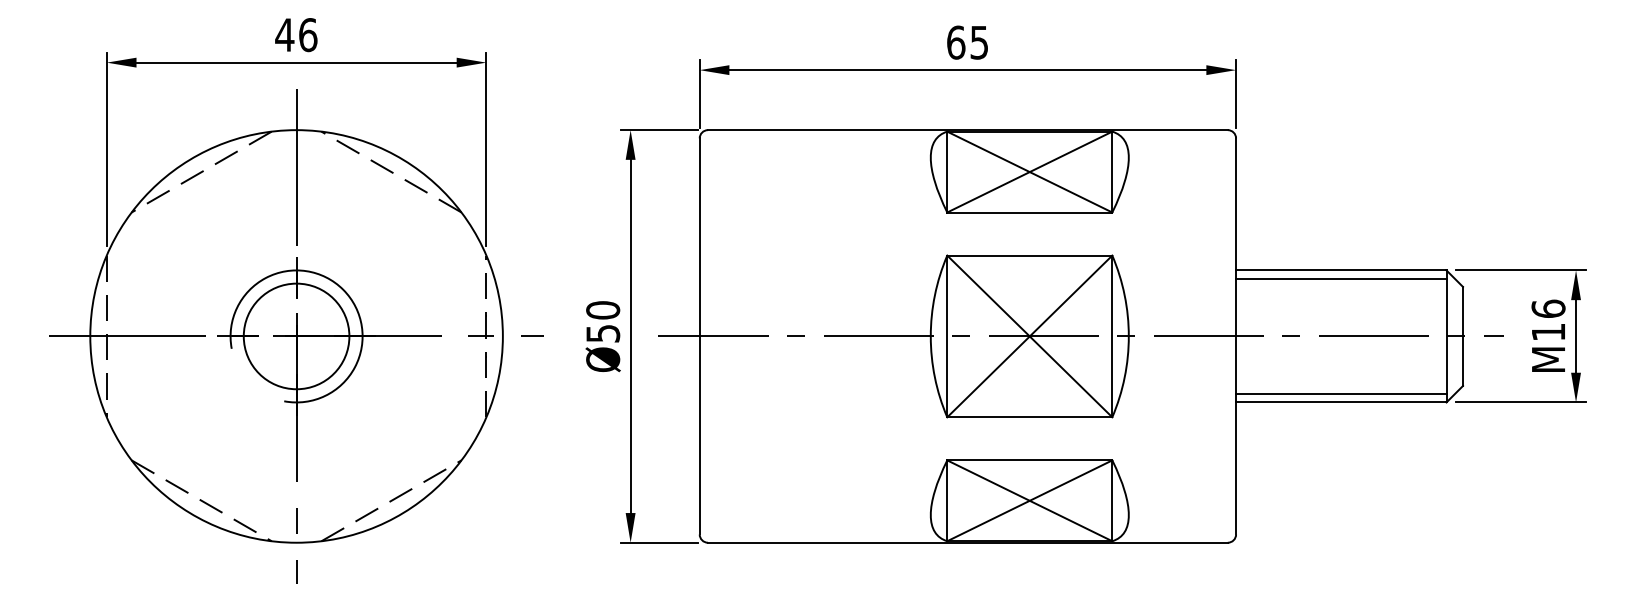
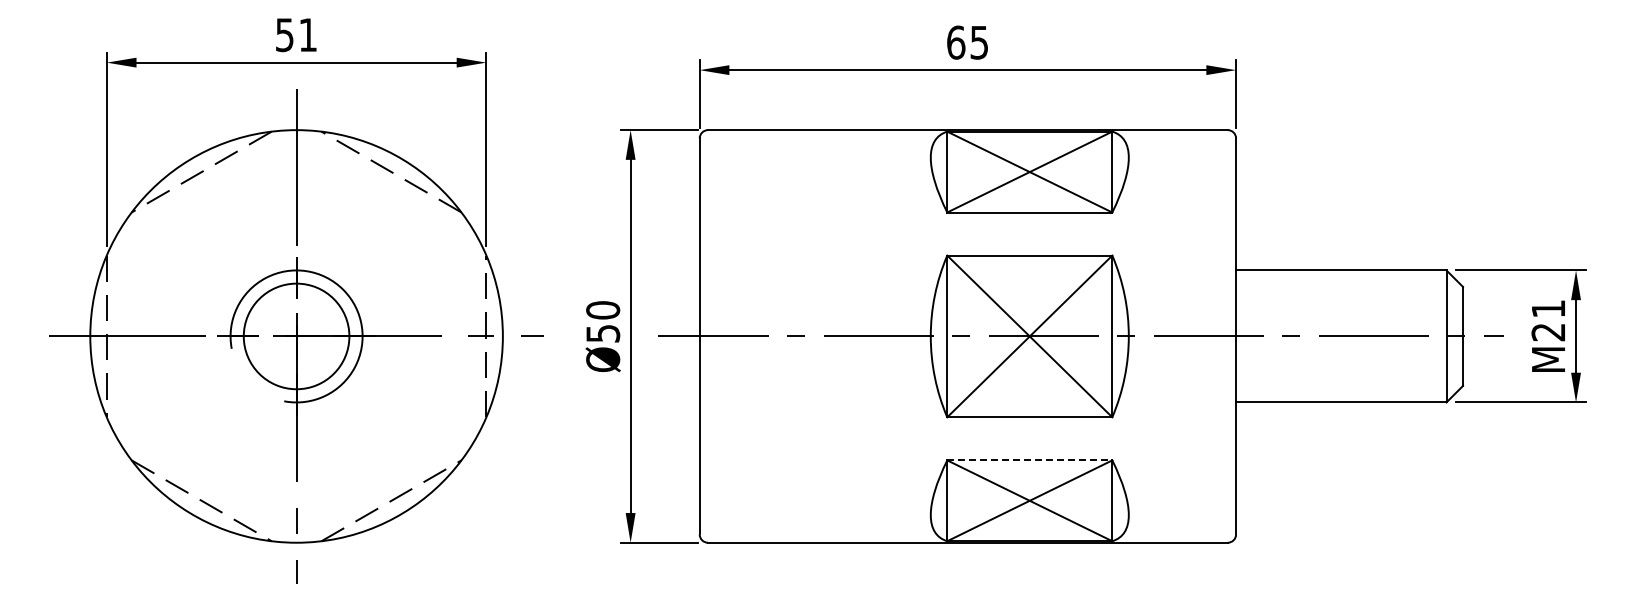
text at (296, 35): 46 -> 51
line at (1341, 278): present -> none
text at (1548, 320): M16 -> M21
line at (1341, 394): present -> none
line at (1029, 460): solid -> dashed
